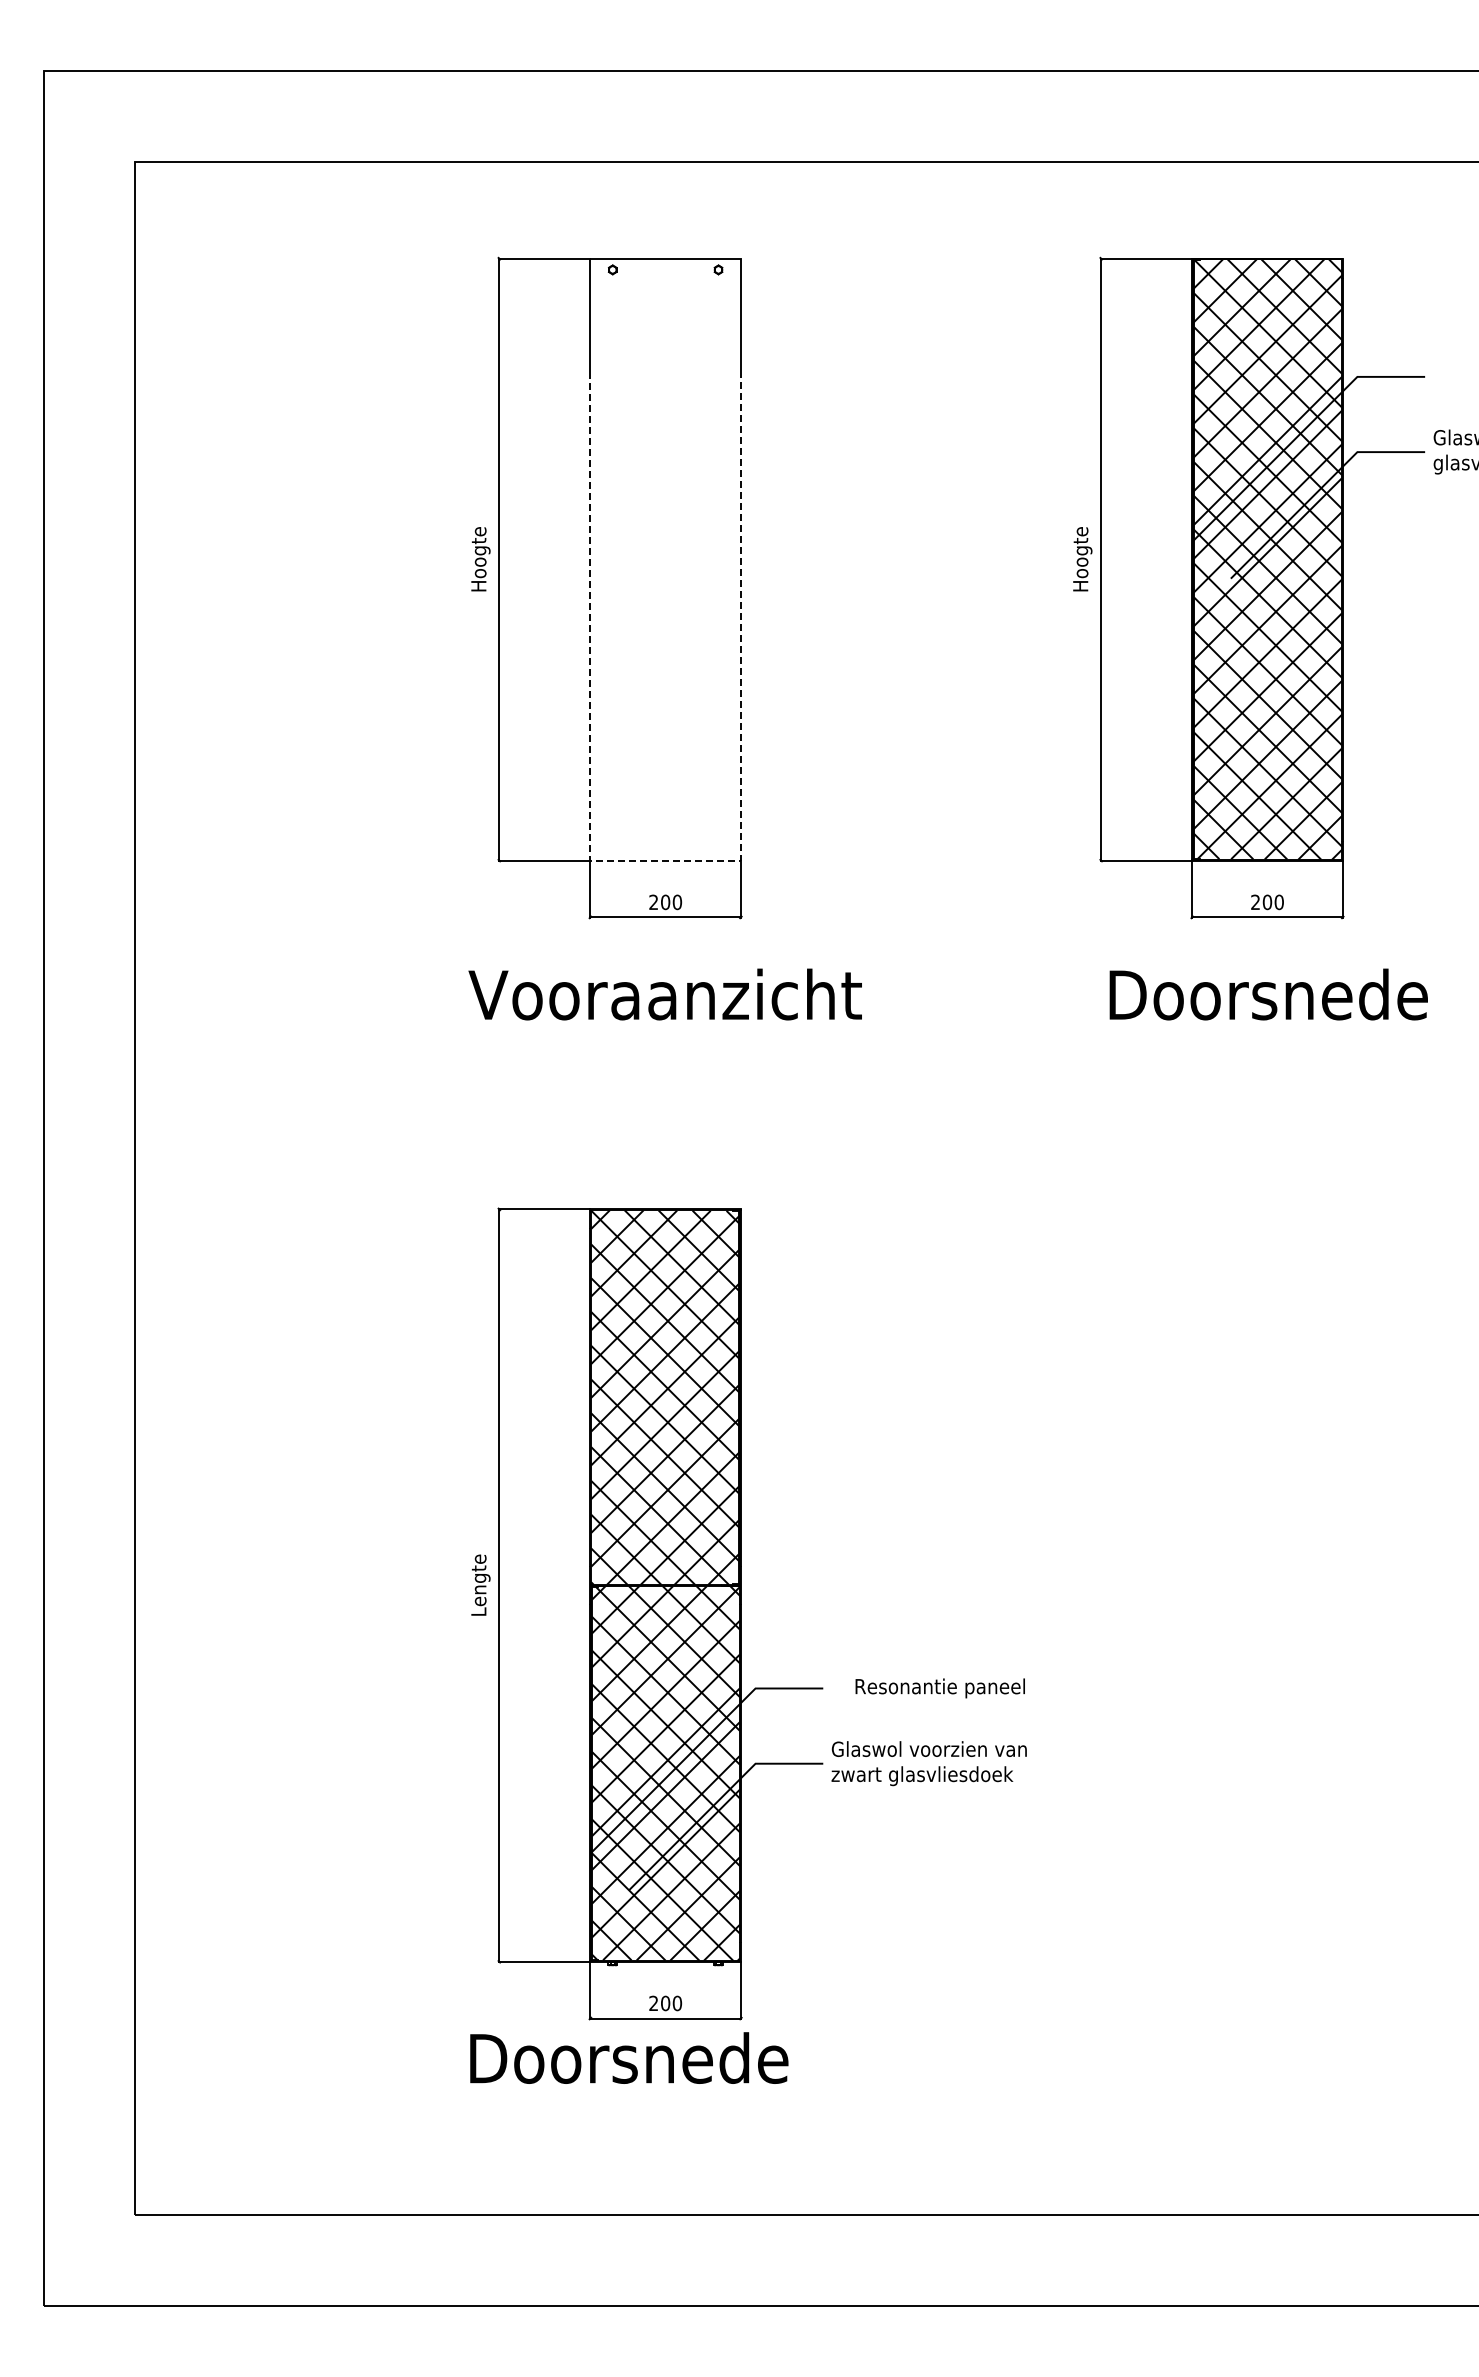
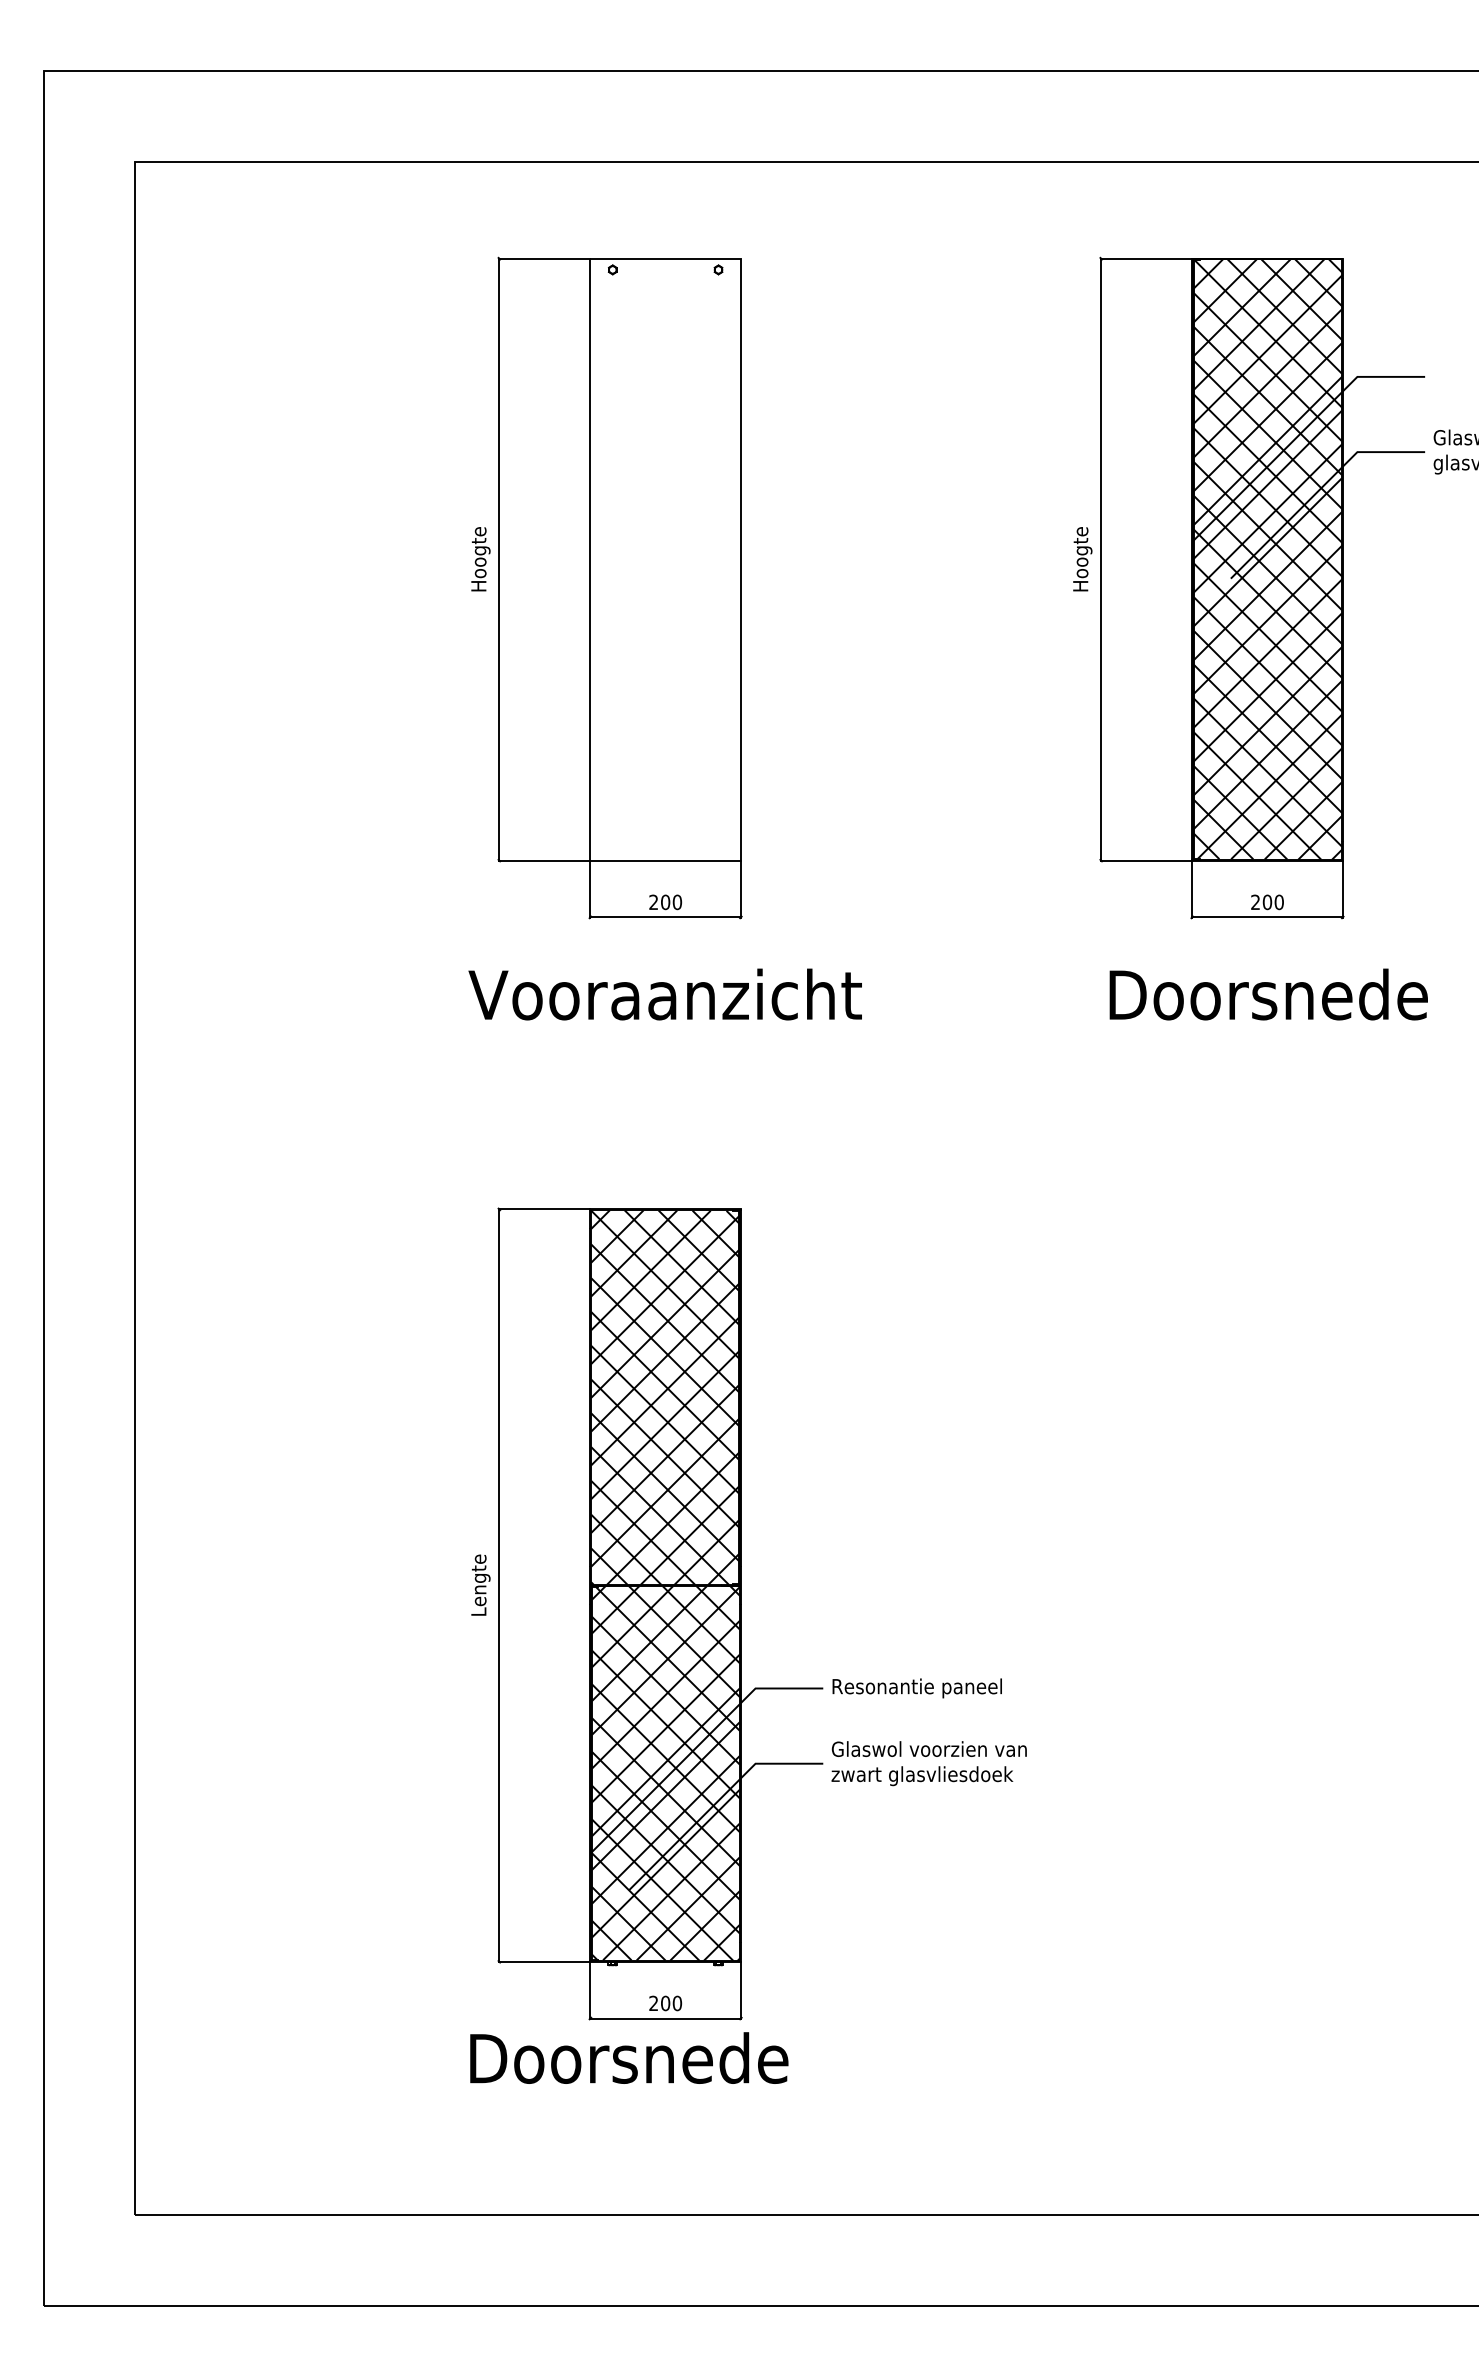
line at (666, 860): dashed -> solid
text at (939, 1688) position: (939, 1688) -> (916, 1688)
